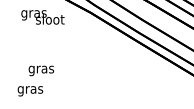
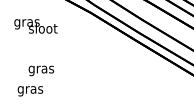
text at (42, 17) position: (42, 17) -> (35, 26)
